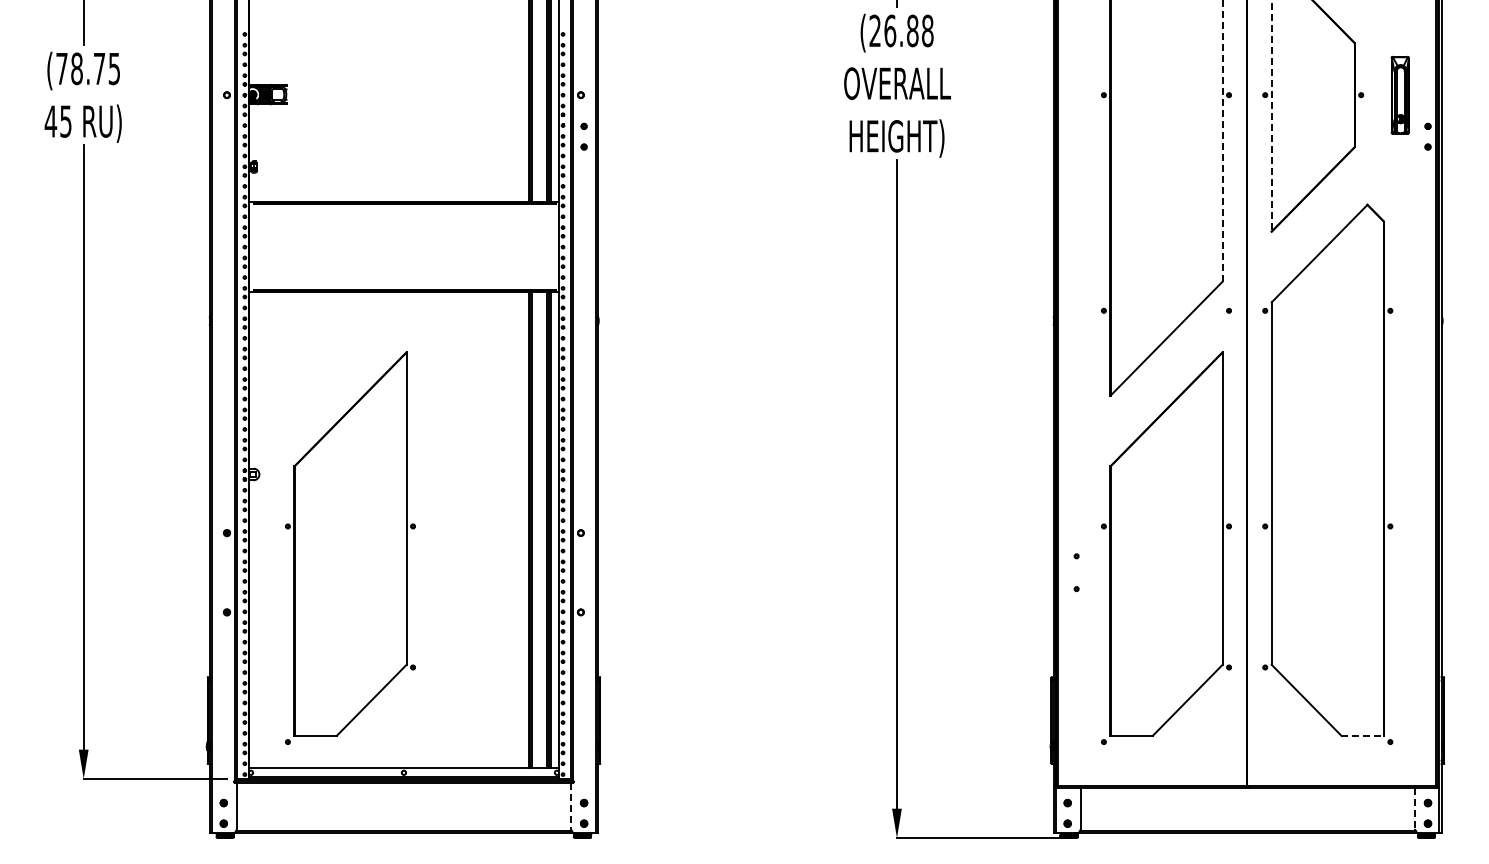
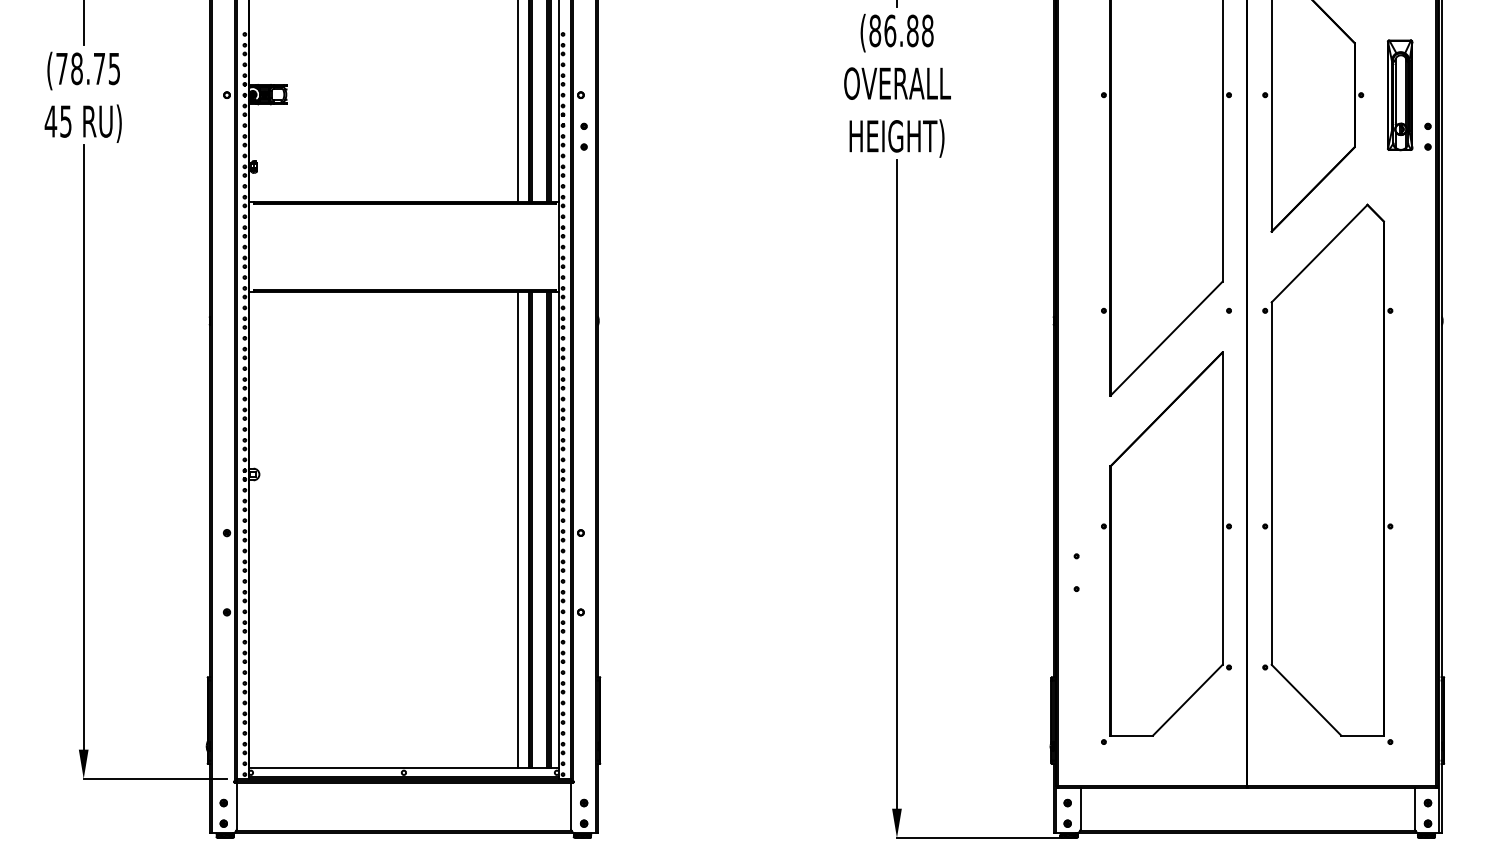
text at (875, 30): (26.88 -> (86.88
part at (1399, 94) size: 20x80 px -> 27x113 px
line at (517, 101): none -> present
line at (1271, 116): dashed -> solid
line at (1222, 141): dashed -> solid
line at (517, 530): none -> present
part at (350, 547): present -> none
line at (1363, 735): dashed -> solid
line at (571, 806): dashed -> solid
line at (1414, 808): dashed -> solid
